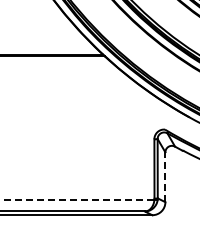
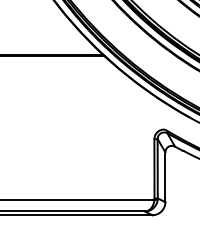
line at (165, 177): dashed -> solid
line at (77, 199): dashed -> solid
